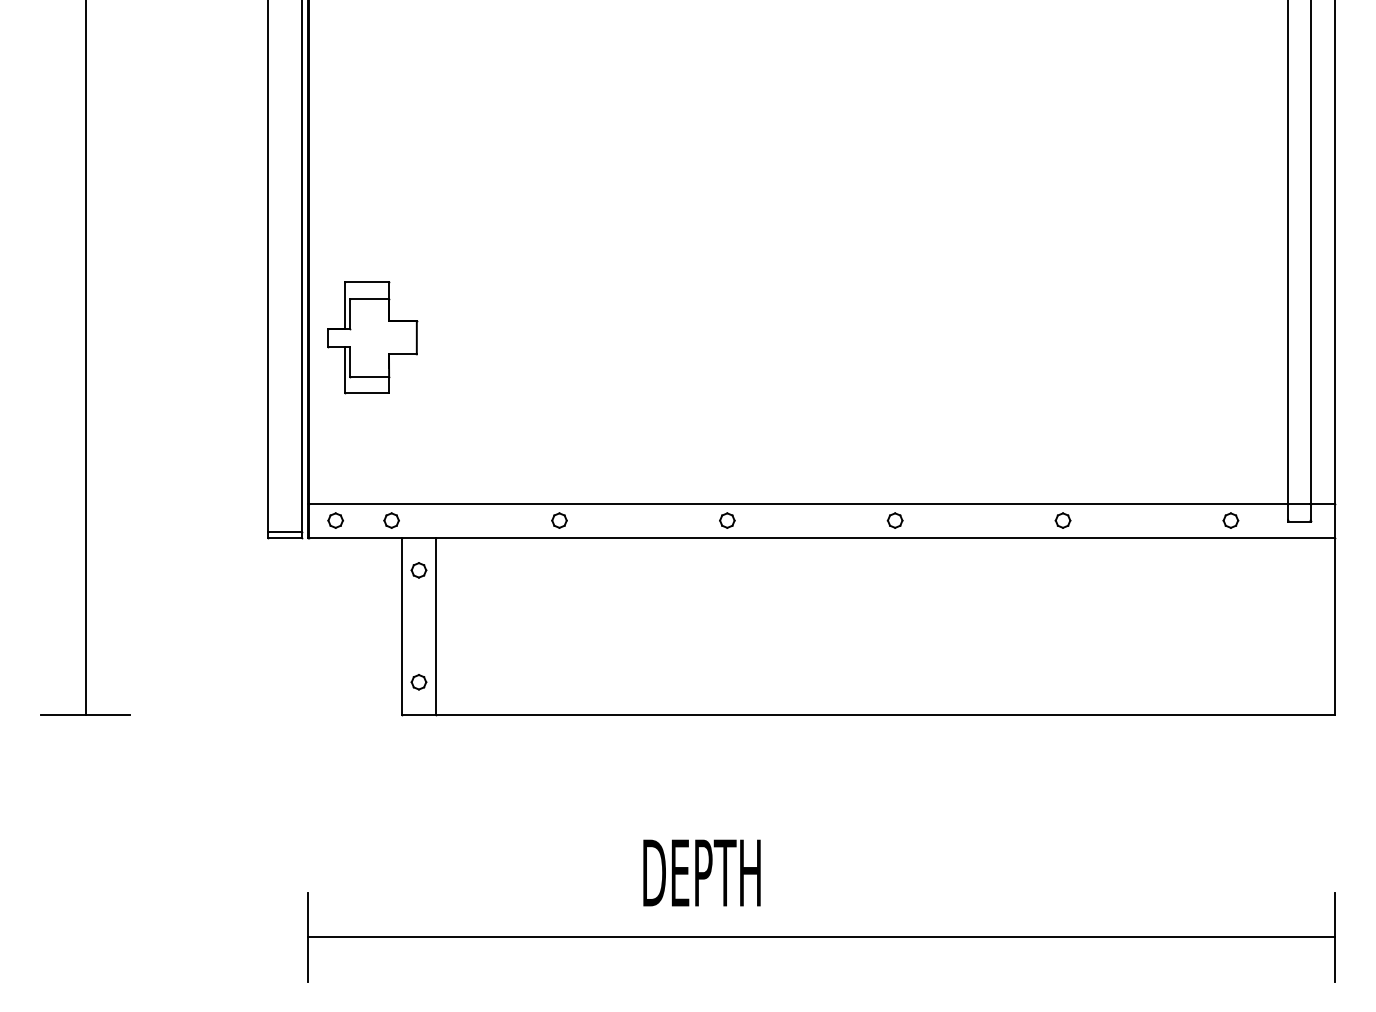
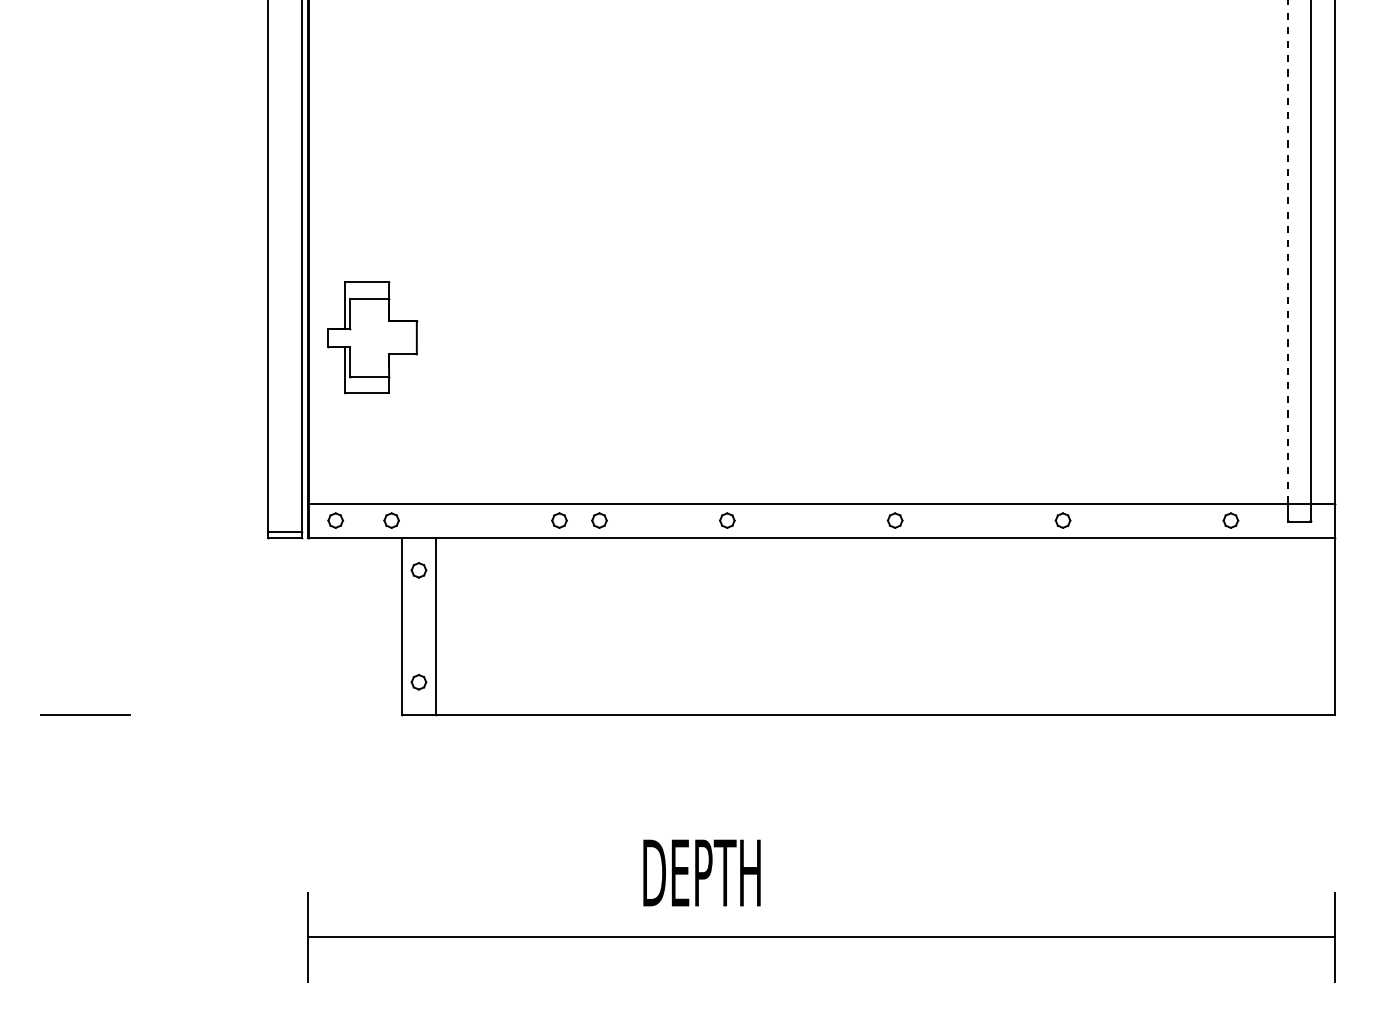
line at (1287, 251): solid -> dashed
line at (85, 358): present -> none
part at (599, 520): none -> present
